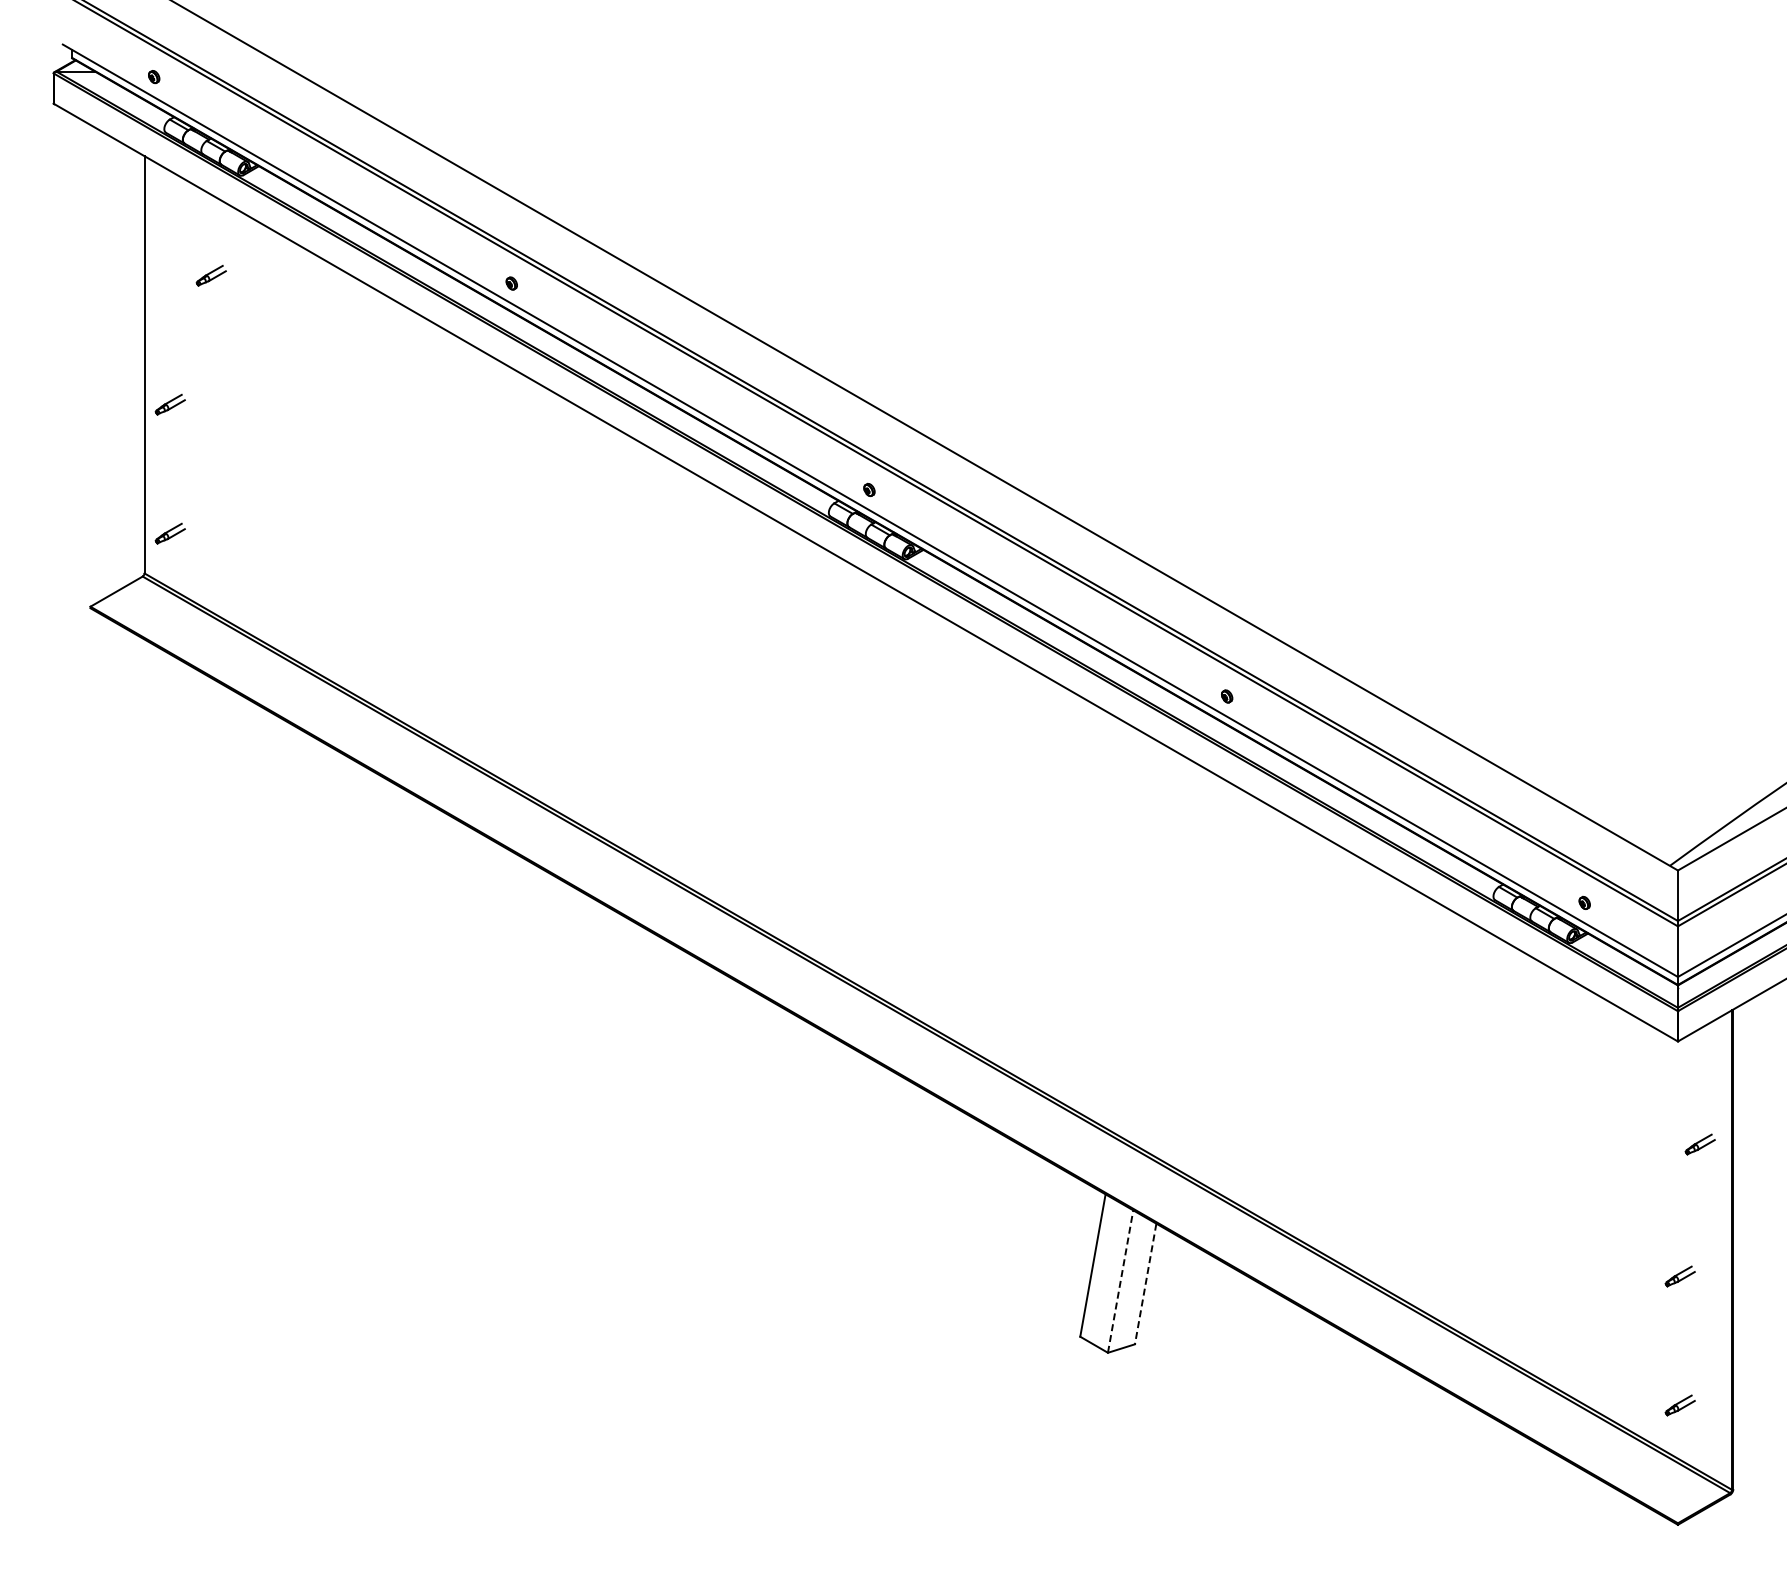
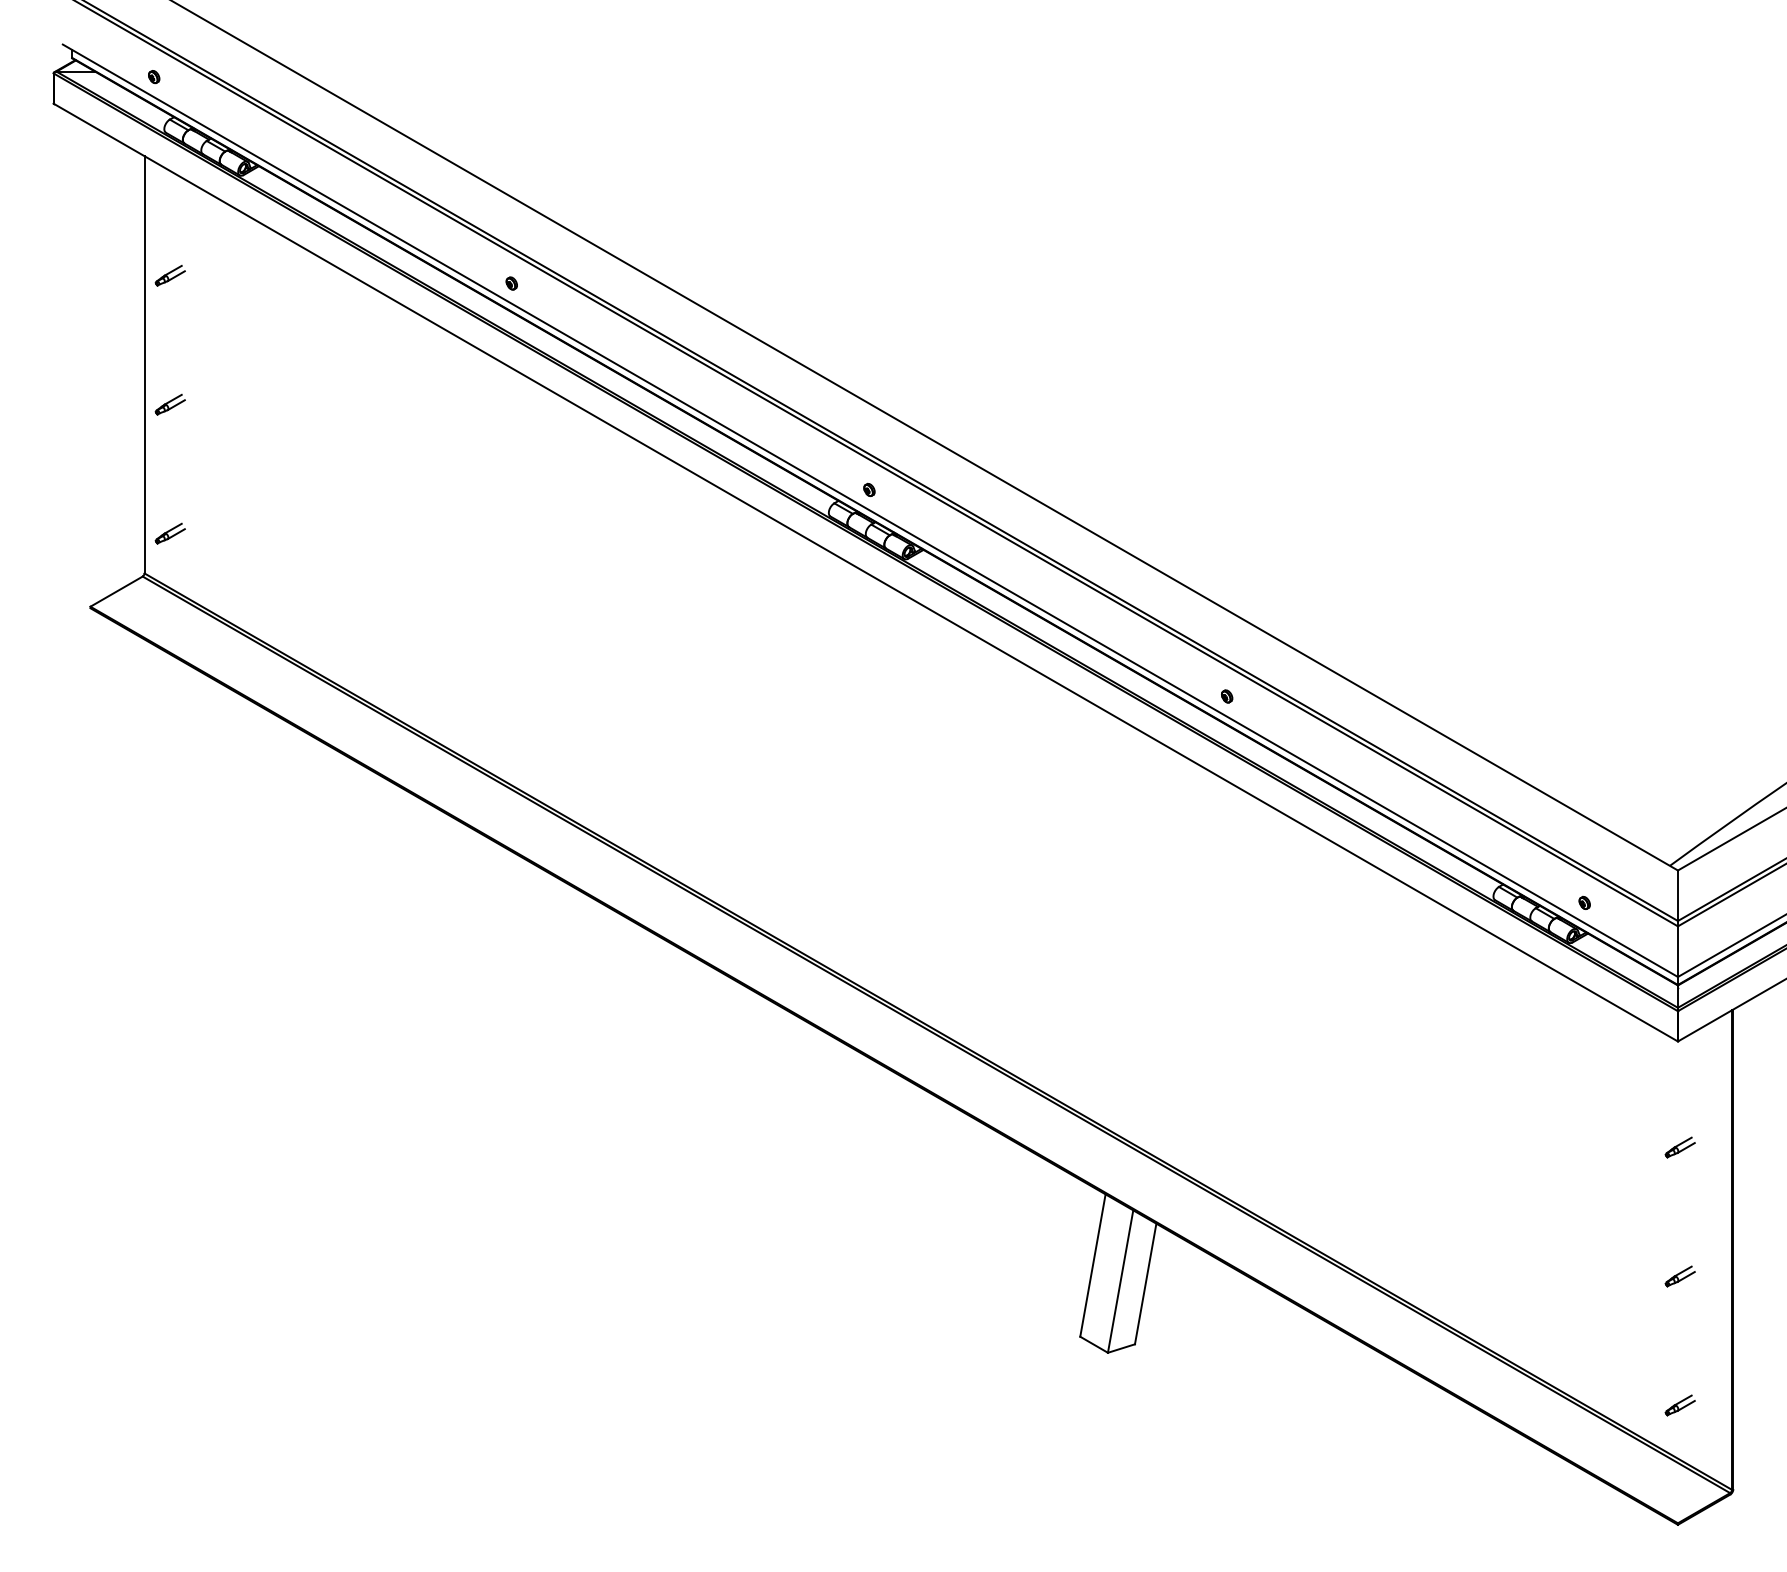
part at (210, 275) position: (210, 275) -> (169, 275)
part at (1699, 1144) position: (1699, 1144) -> (1679, 1147)
line at (1120, 1281): dashed -> solid
line at (1145, 1284): dashed -> solid
